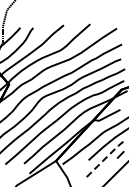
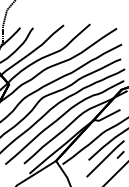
line at (105, 158): dashed -> solid
